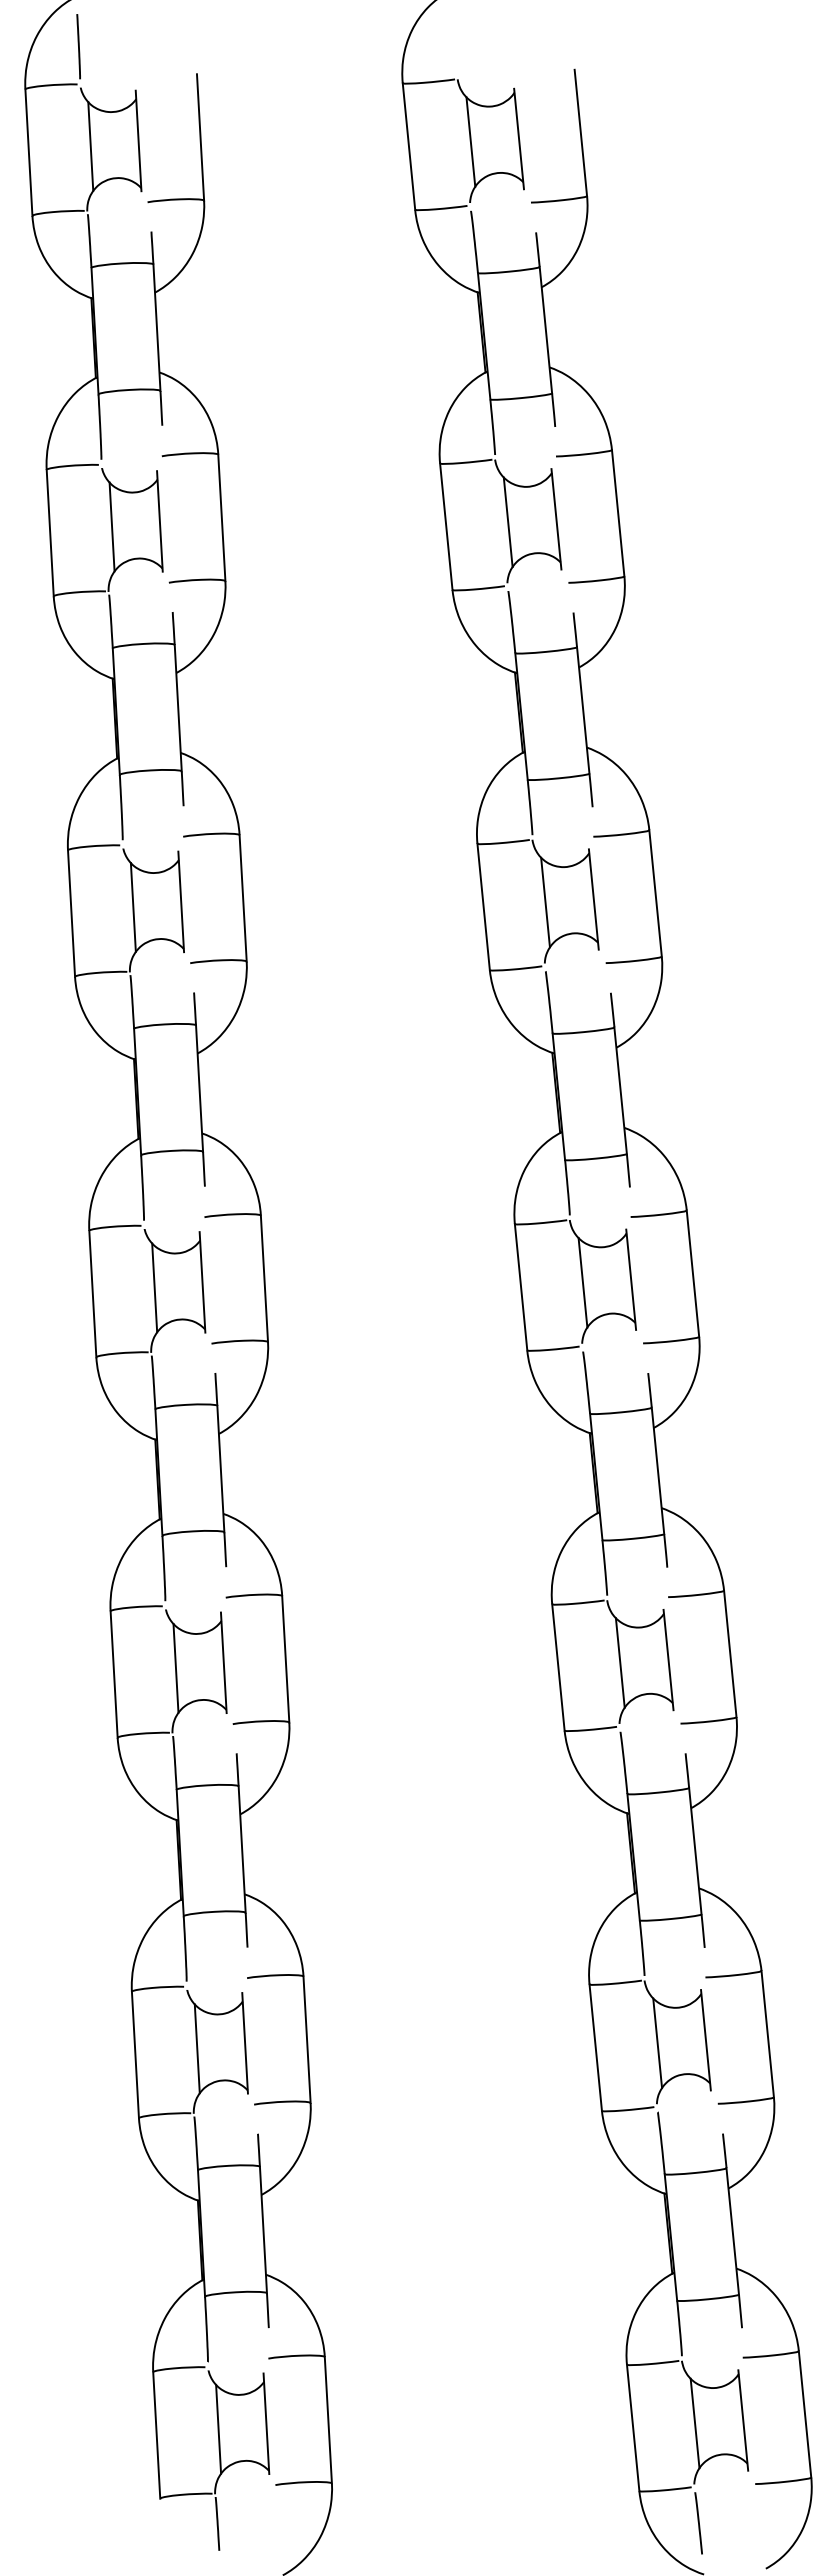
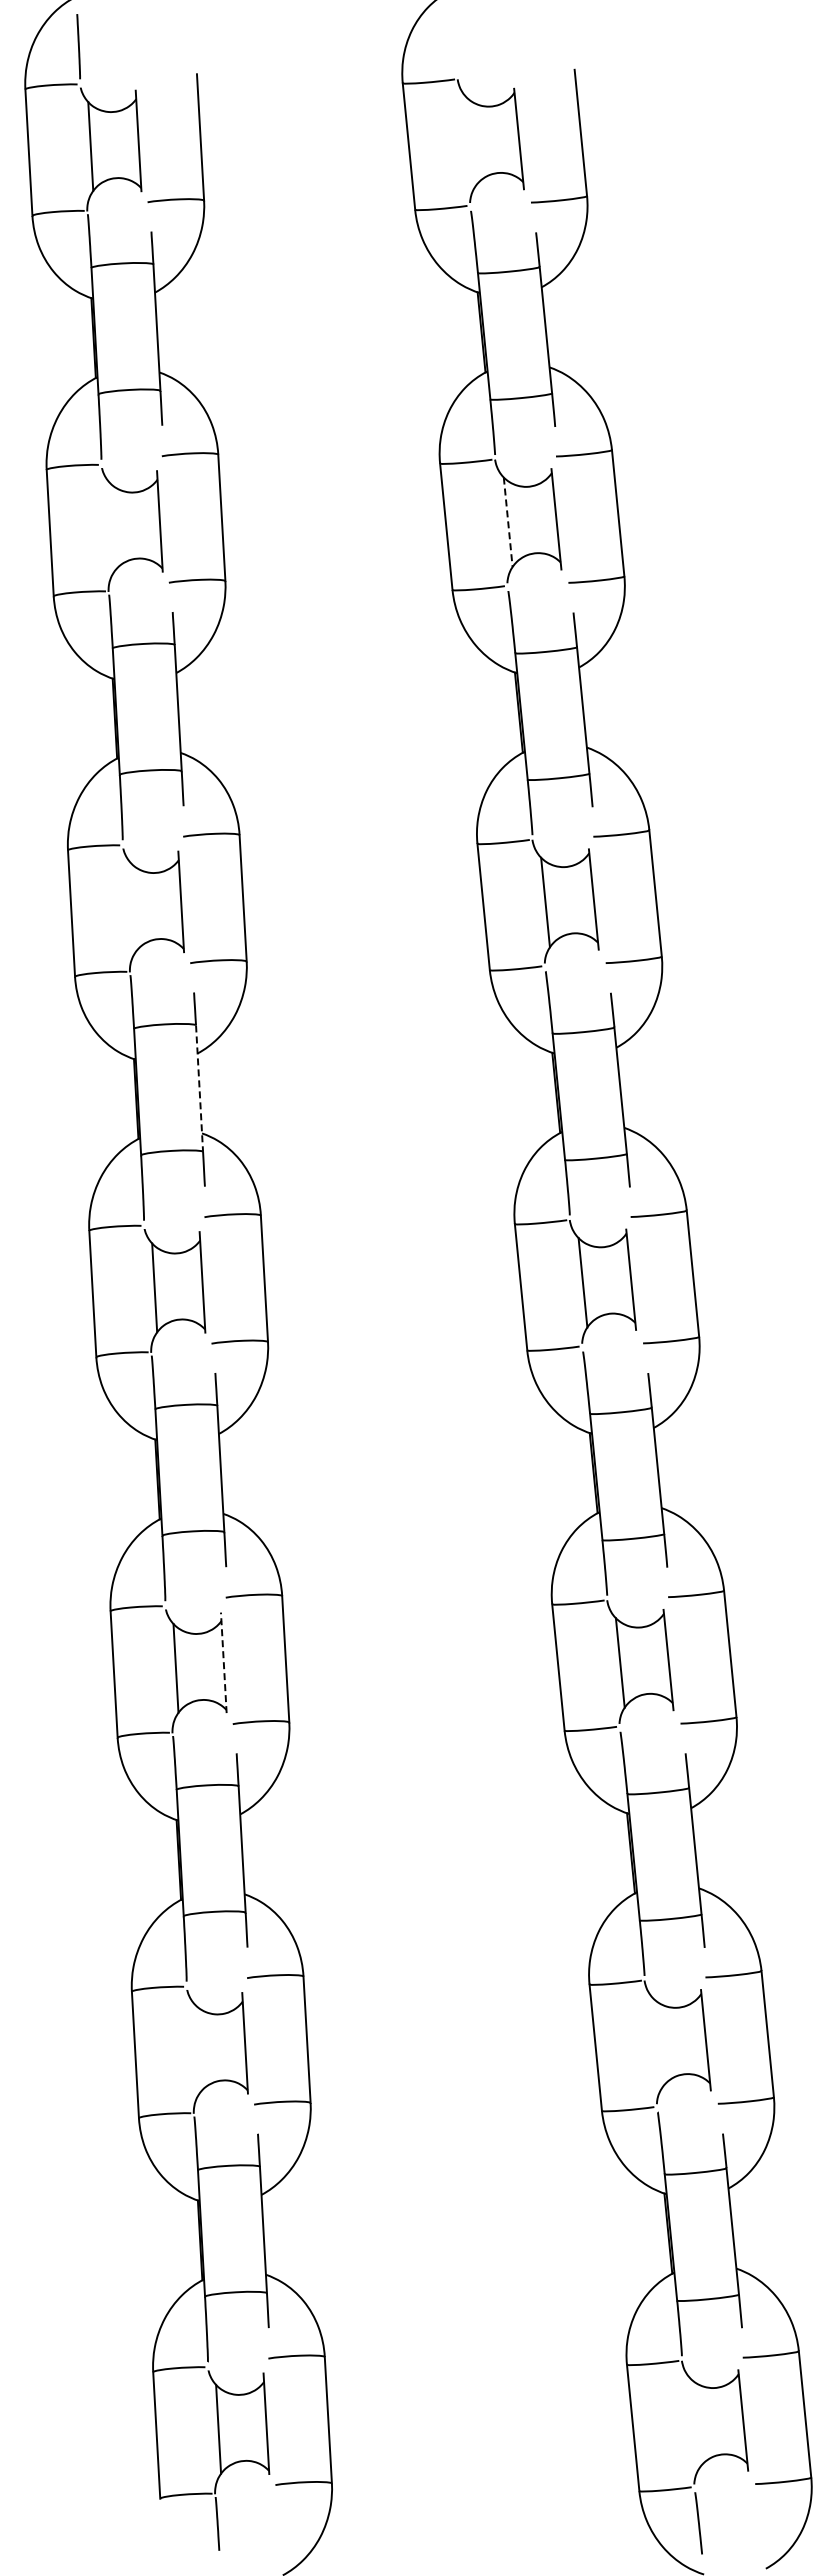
line at (470, 141): present -> none
line at (508, 522): solid -> dashed
line at (111, 526): present -> none
line at (132, 907): present -> none
line at (199, 1089): solid -> dashed
line at (223, 1662): solid -> dashed
line at (657, 2042): present -> none
line at (196, 2048): present -> none
line at (694, 2423): present -> none
